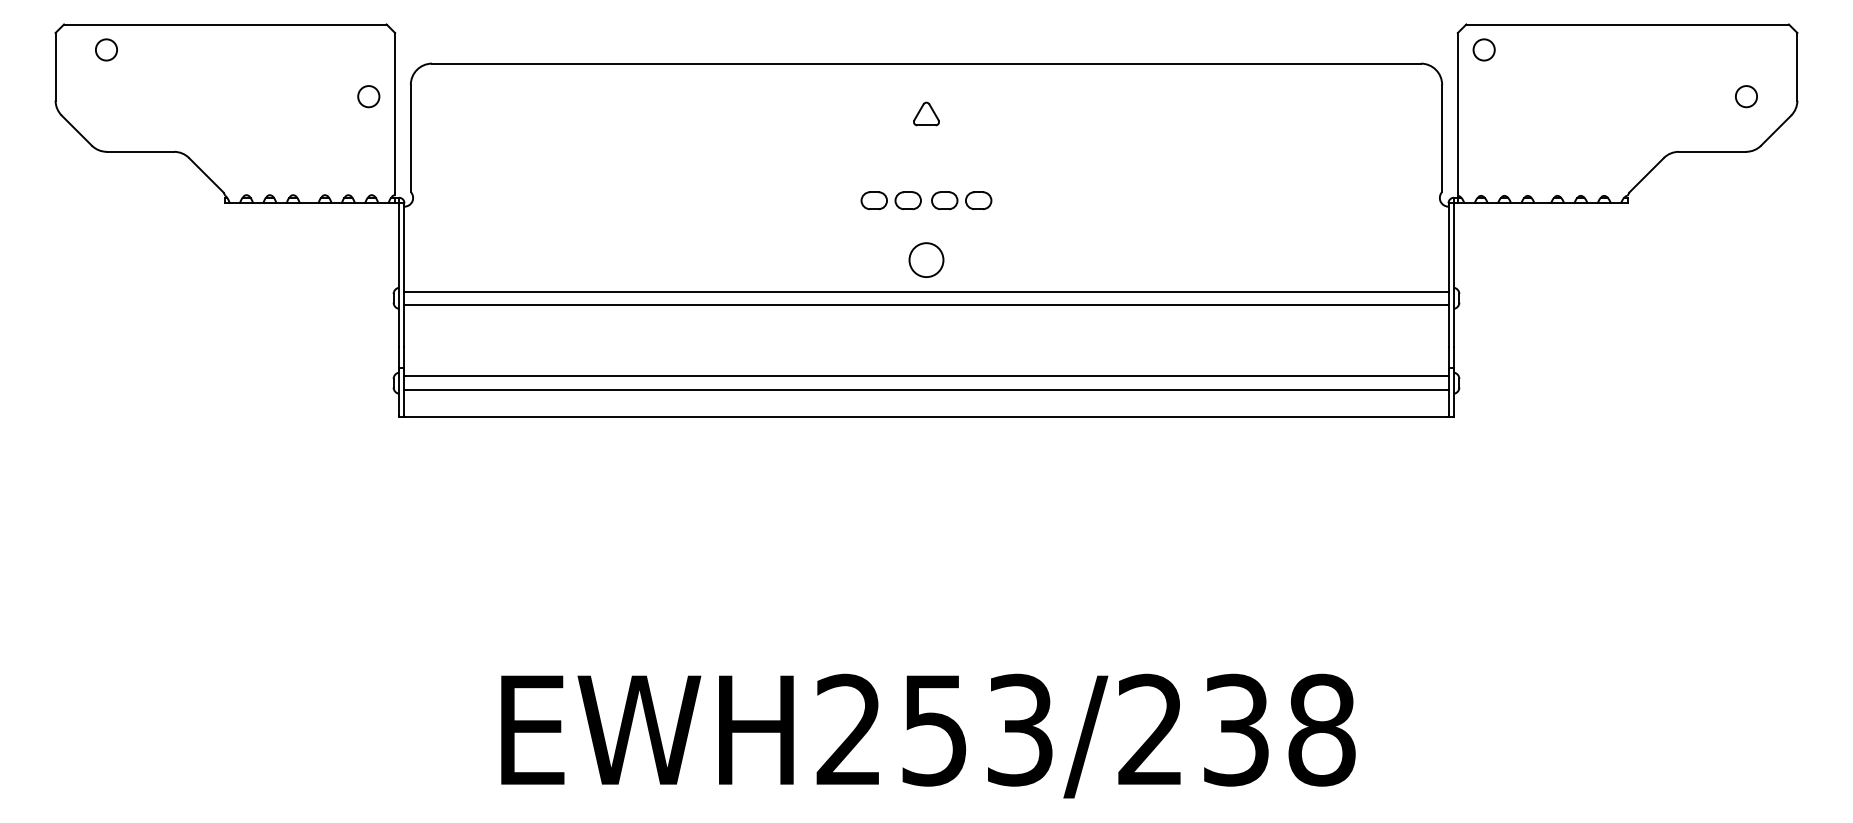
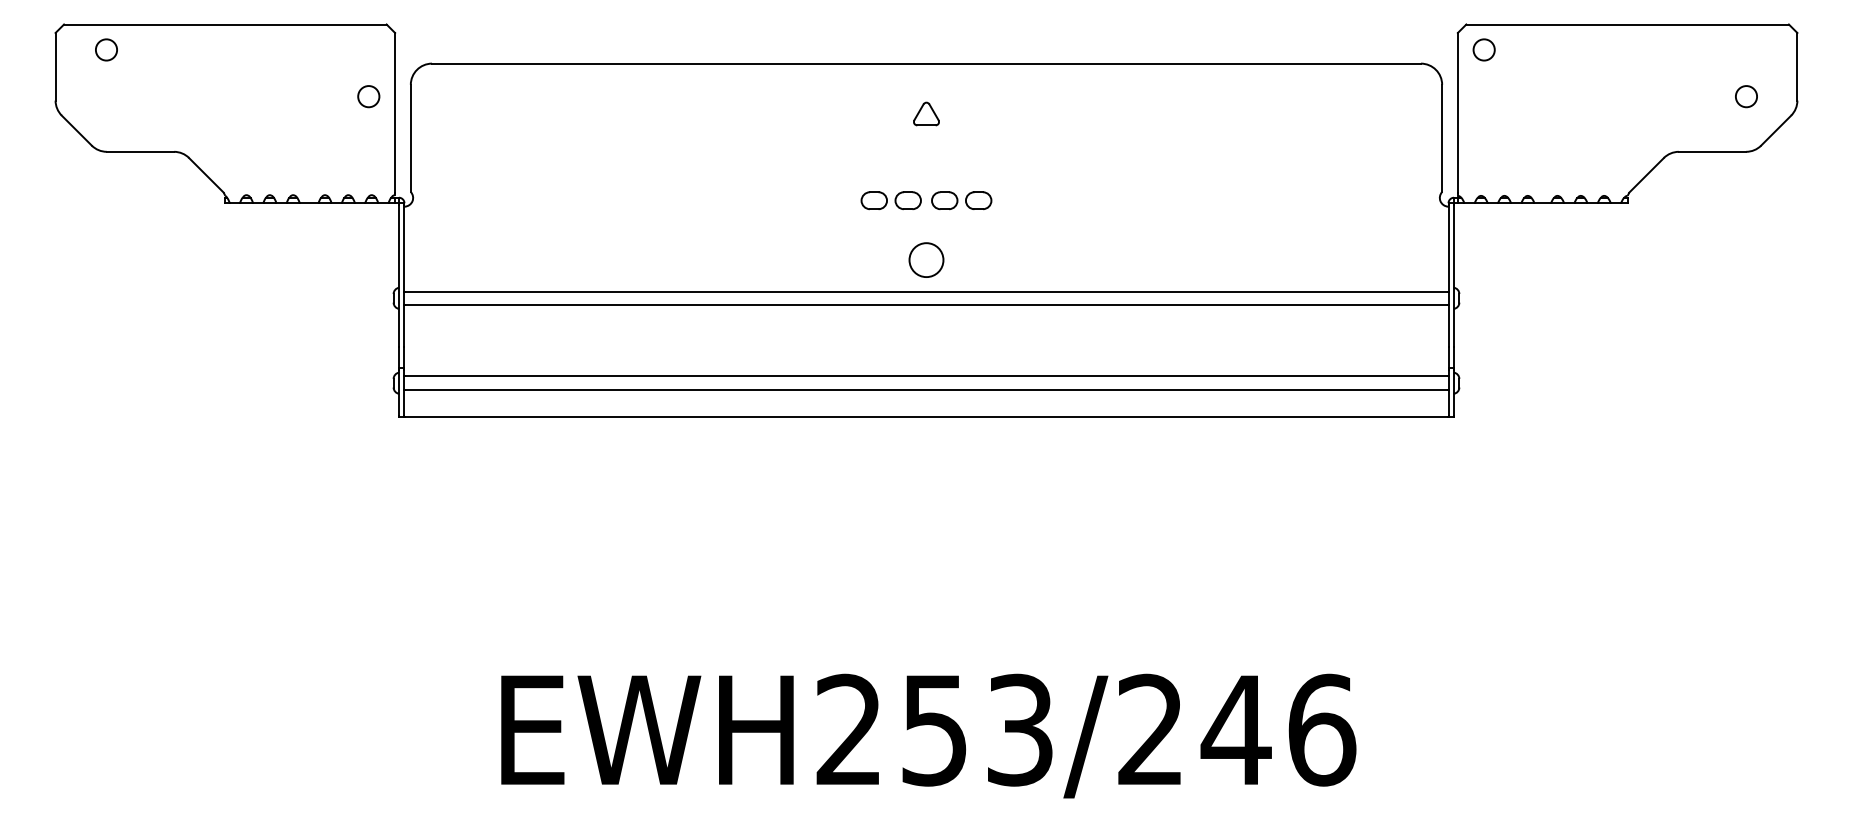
text at (1278, 729): EWH253/238 -> EWH253/246
